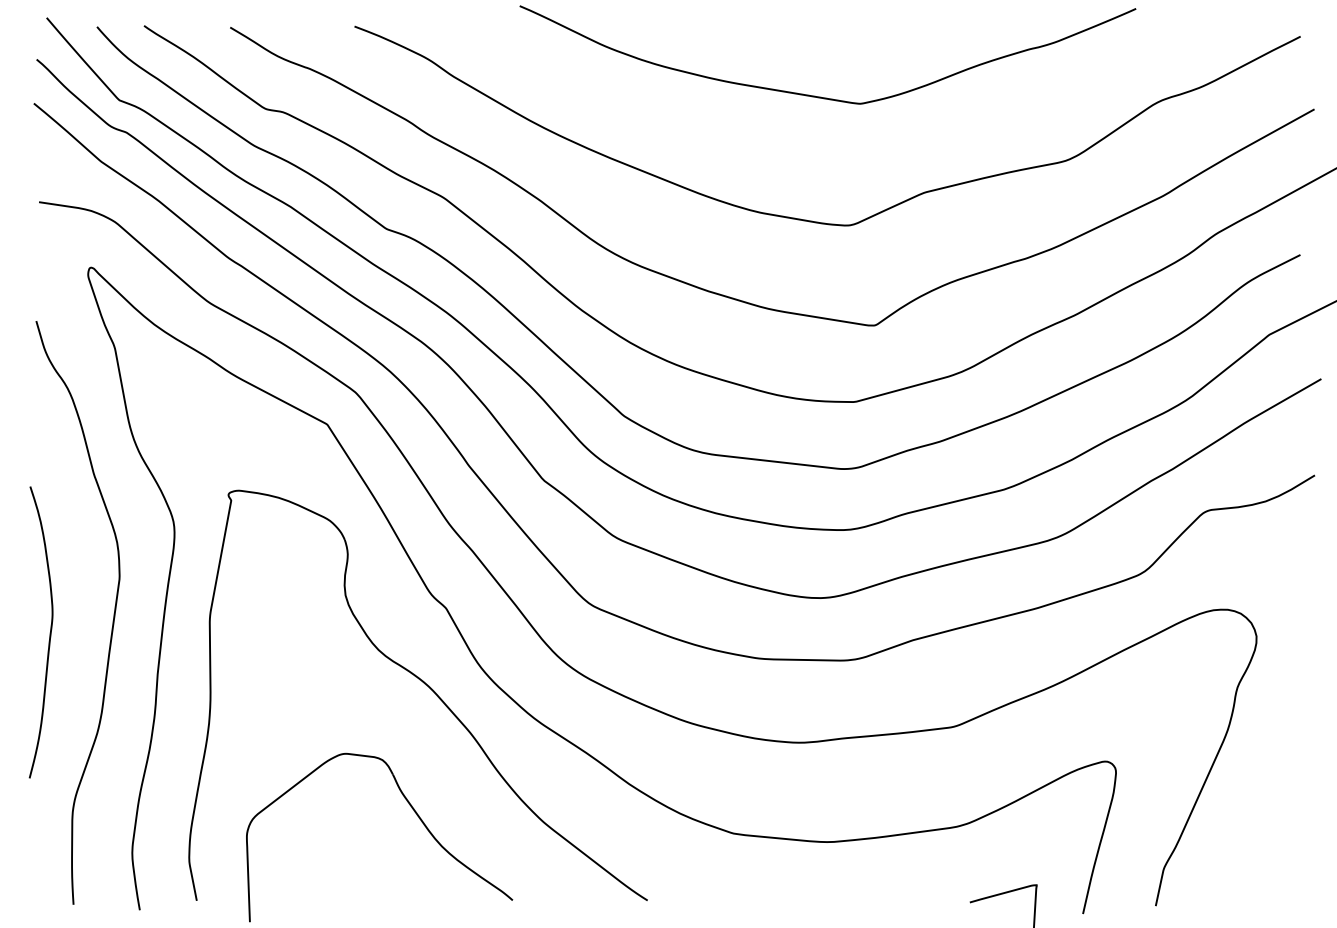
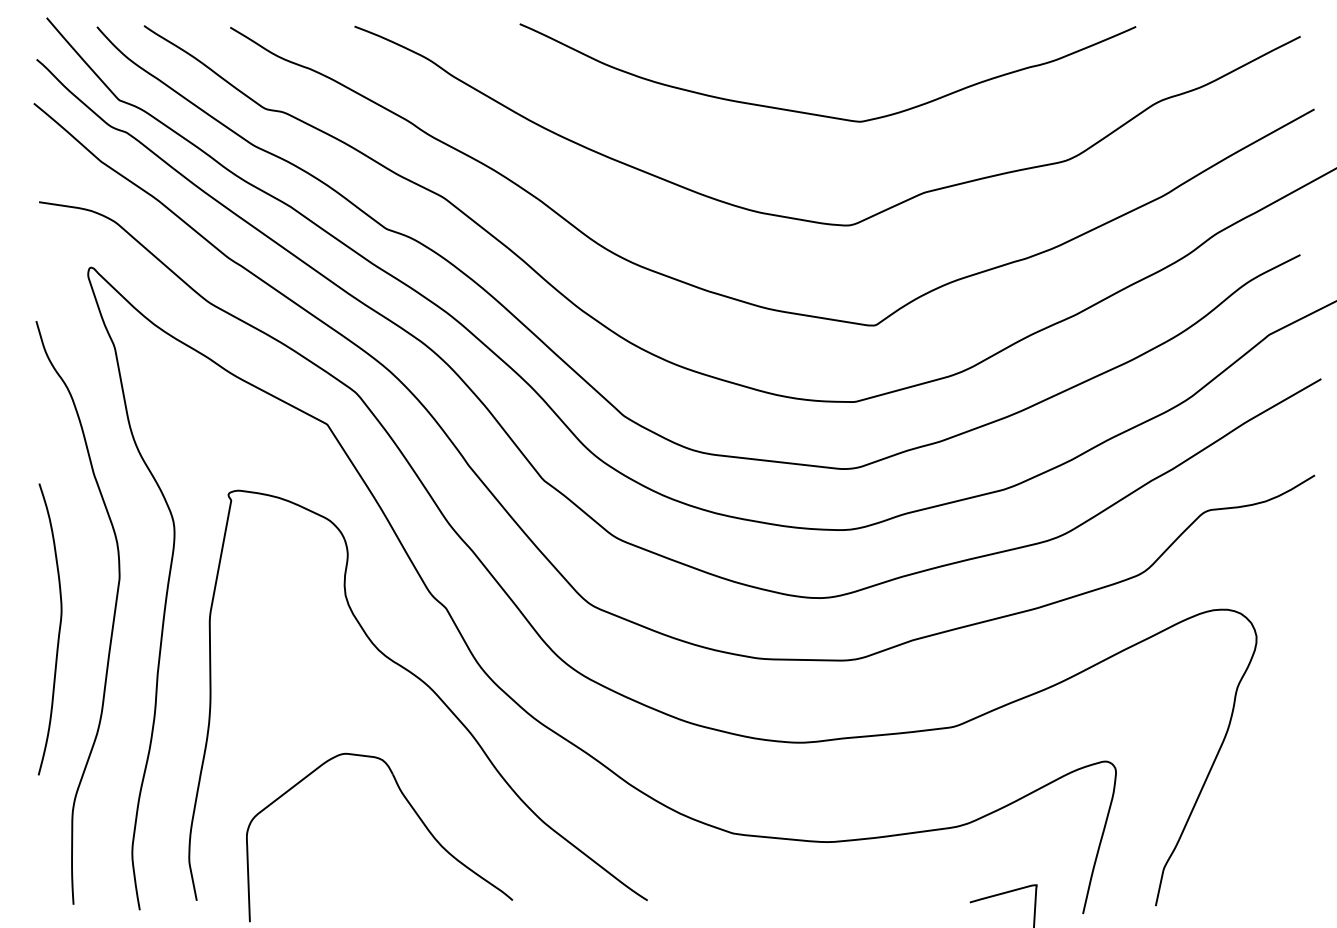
curve at (821, 96) position: (821, 96) -> (821, 114)
curve at (49, 632) position: (49, 632) -> (58, 629)
